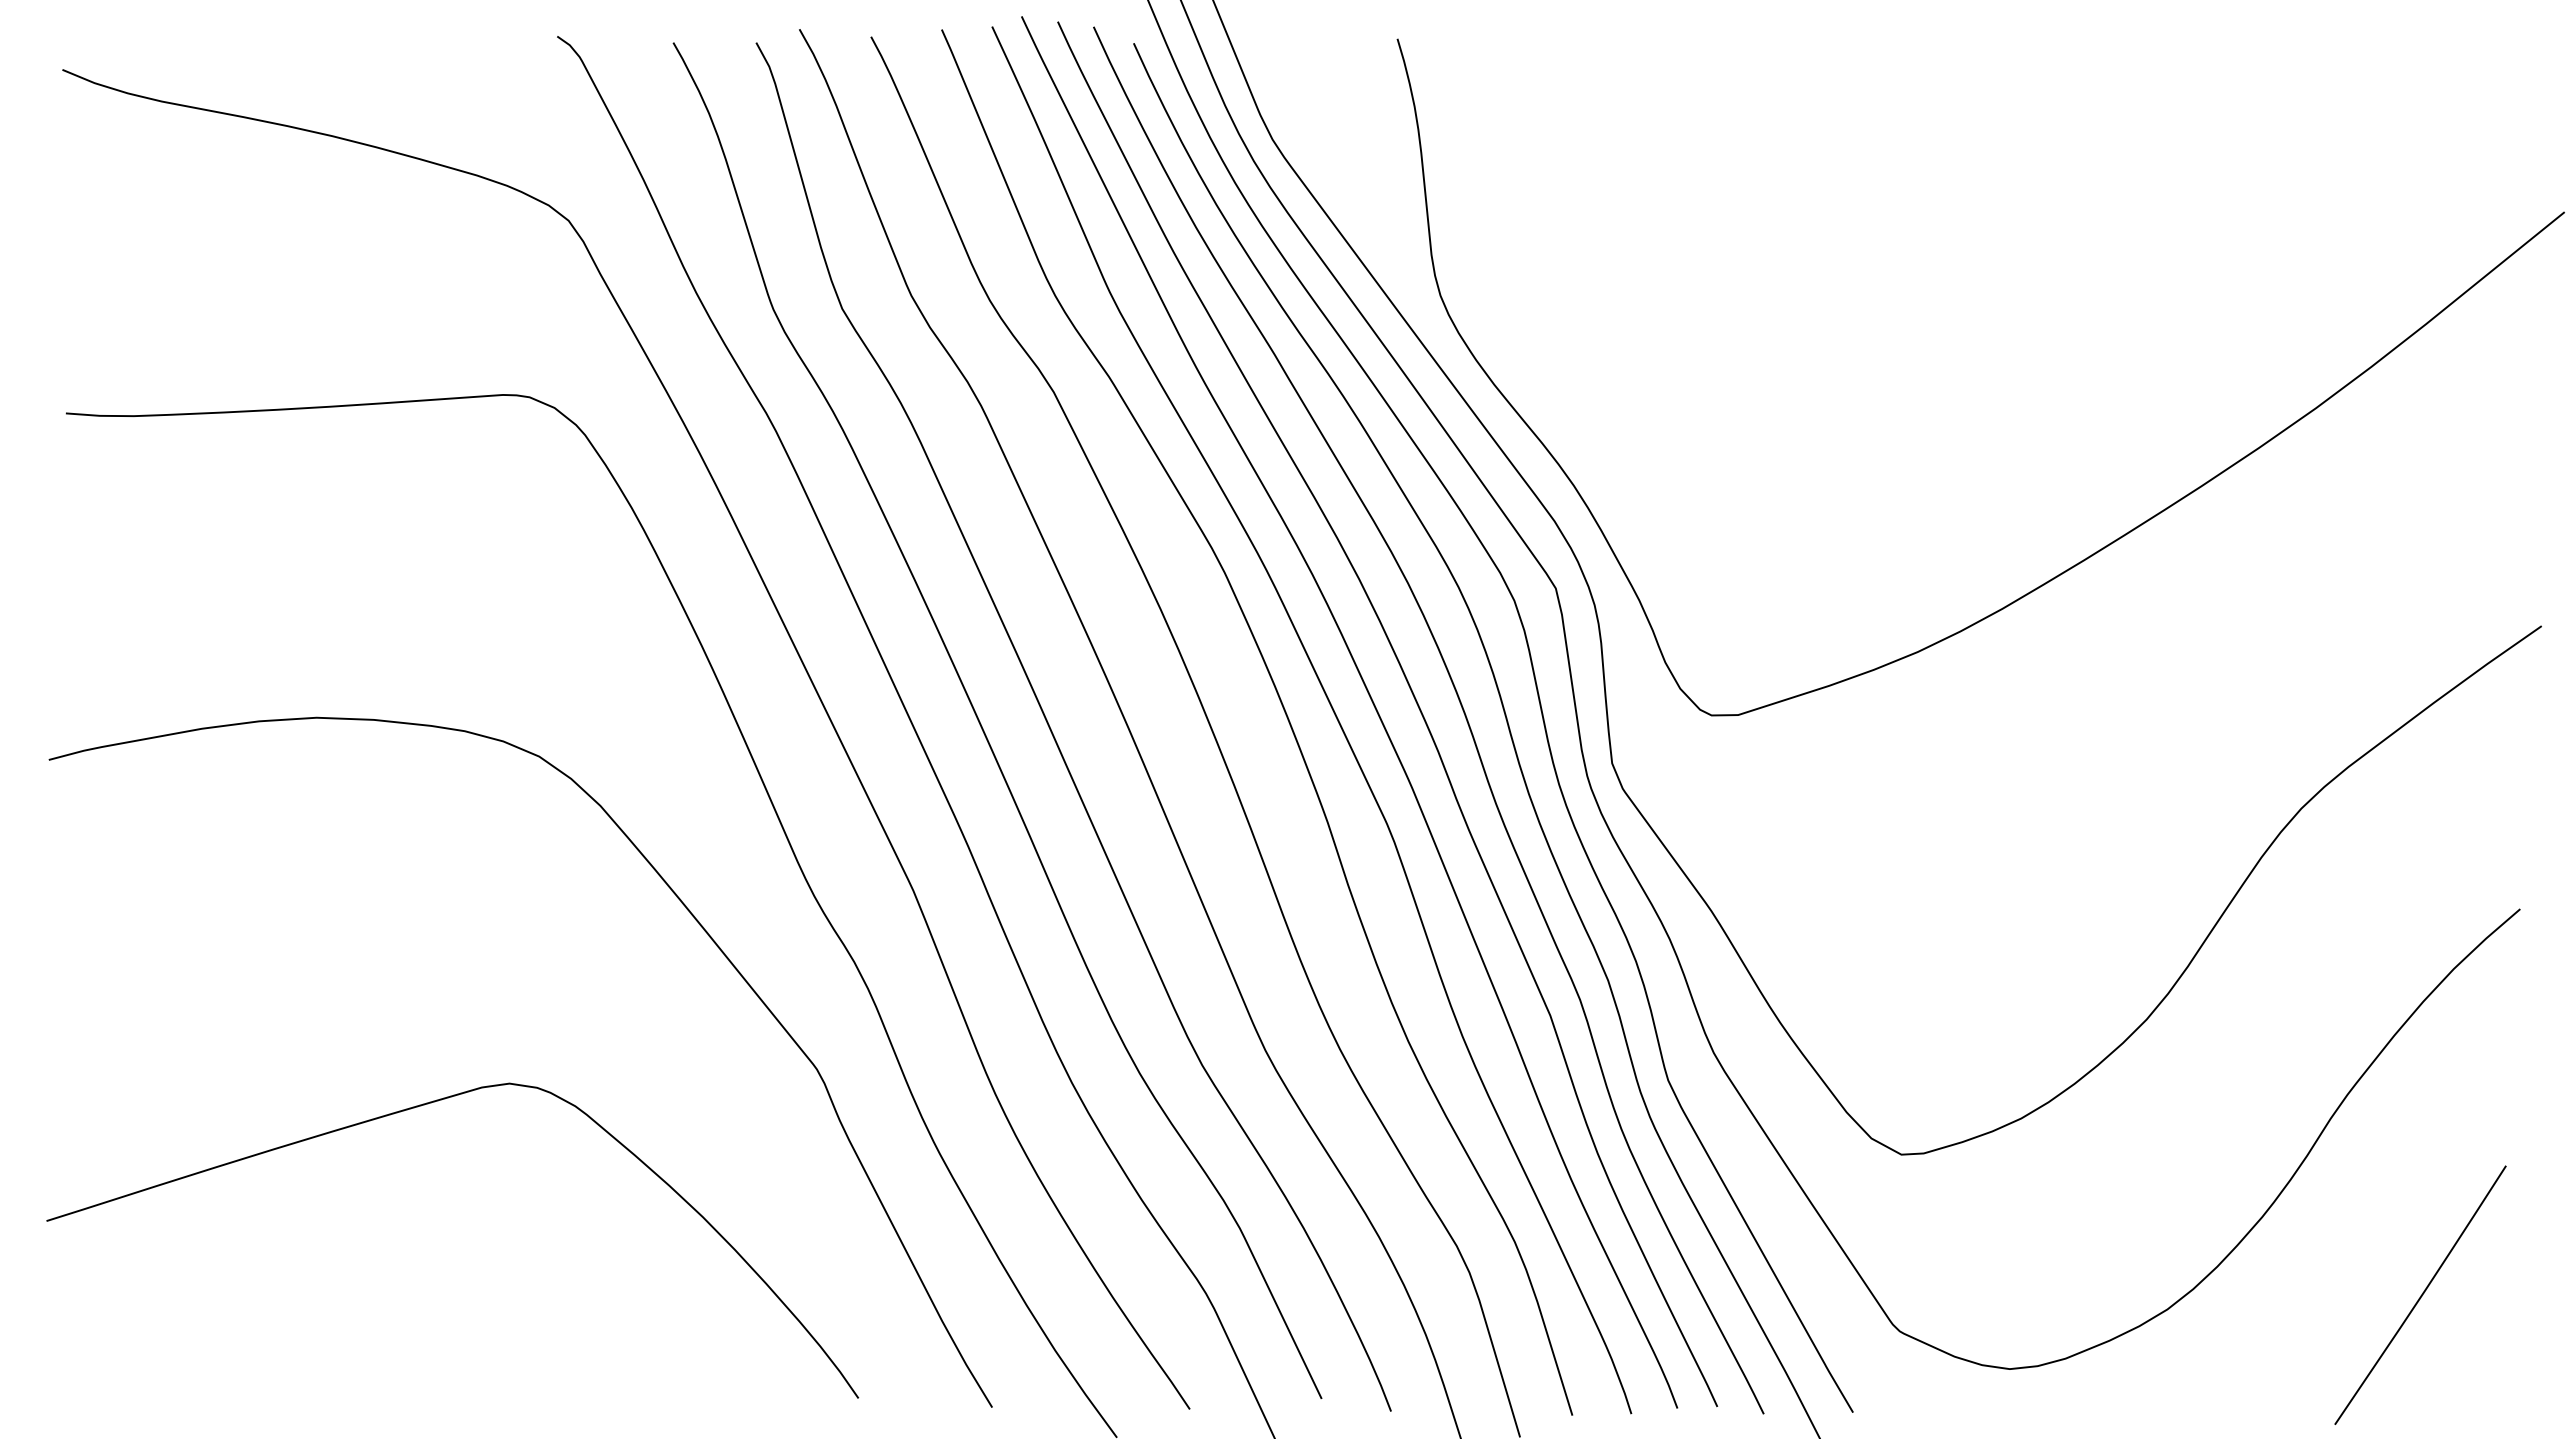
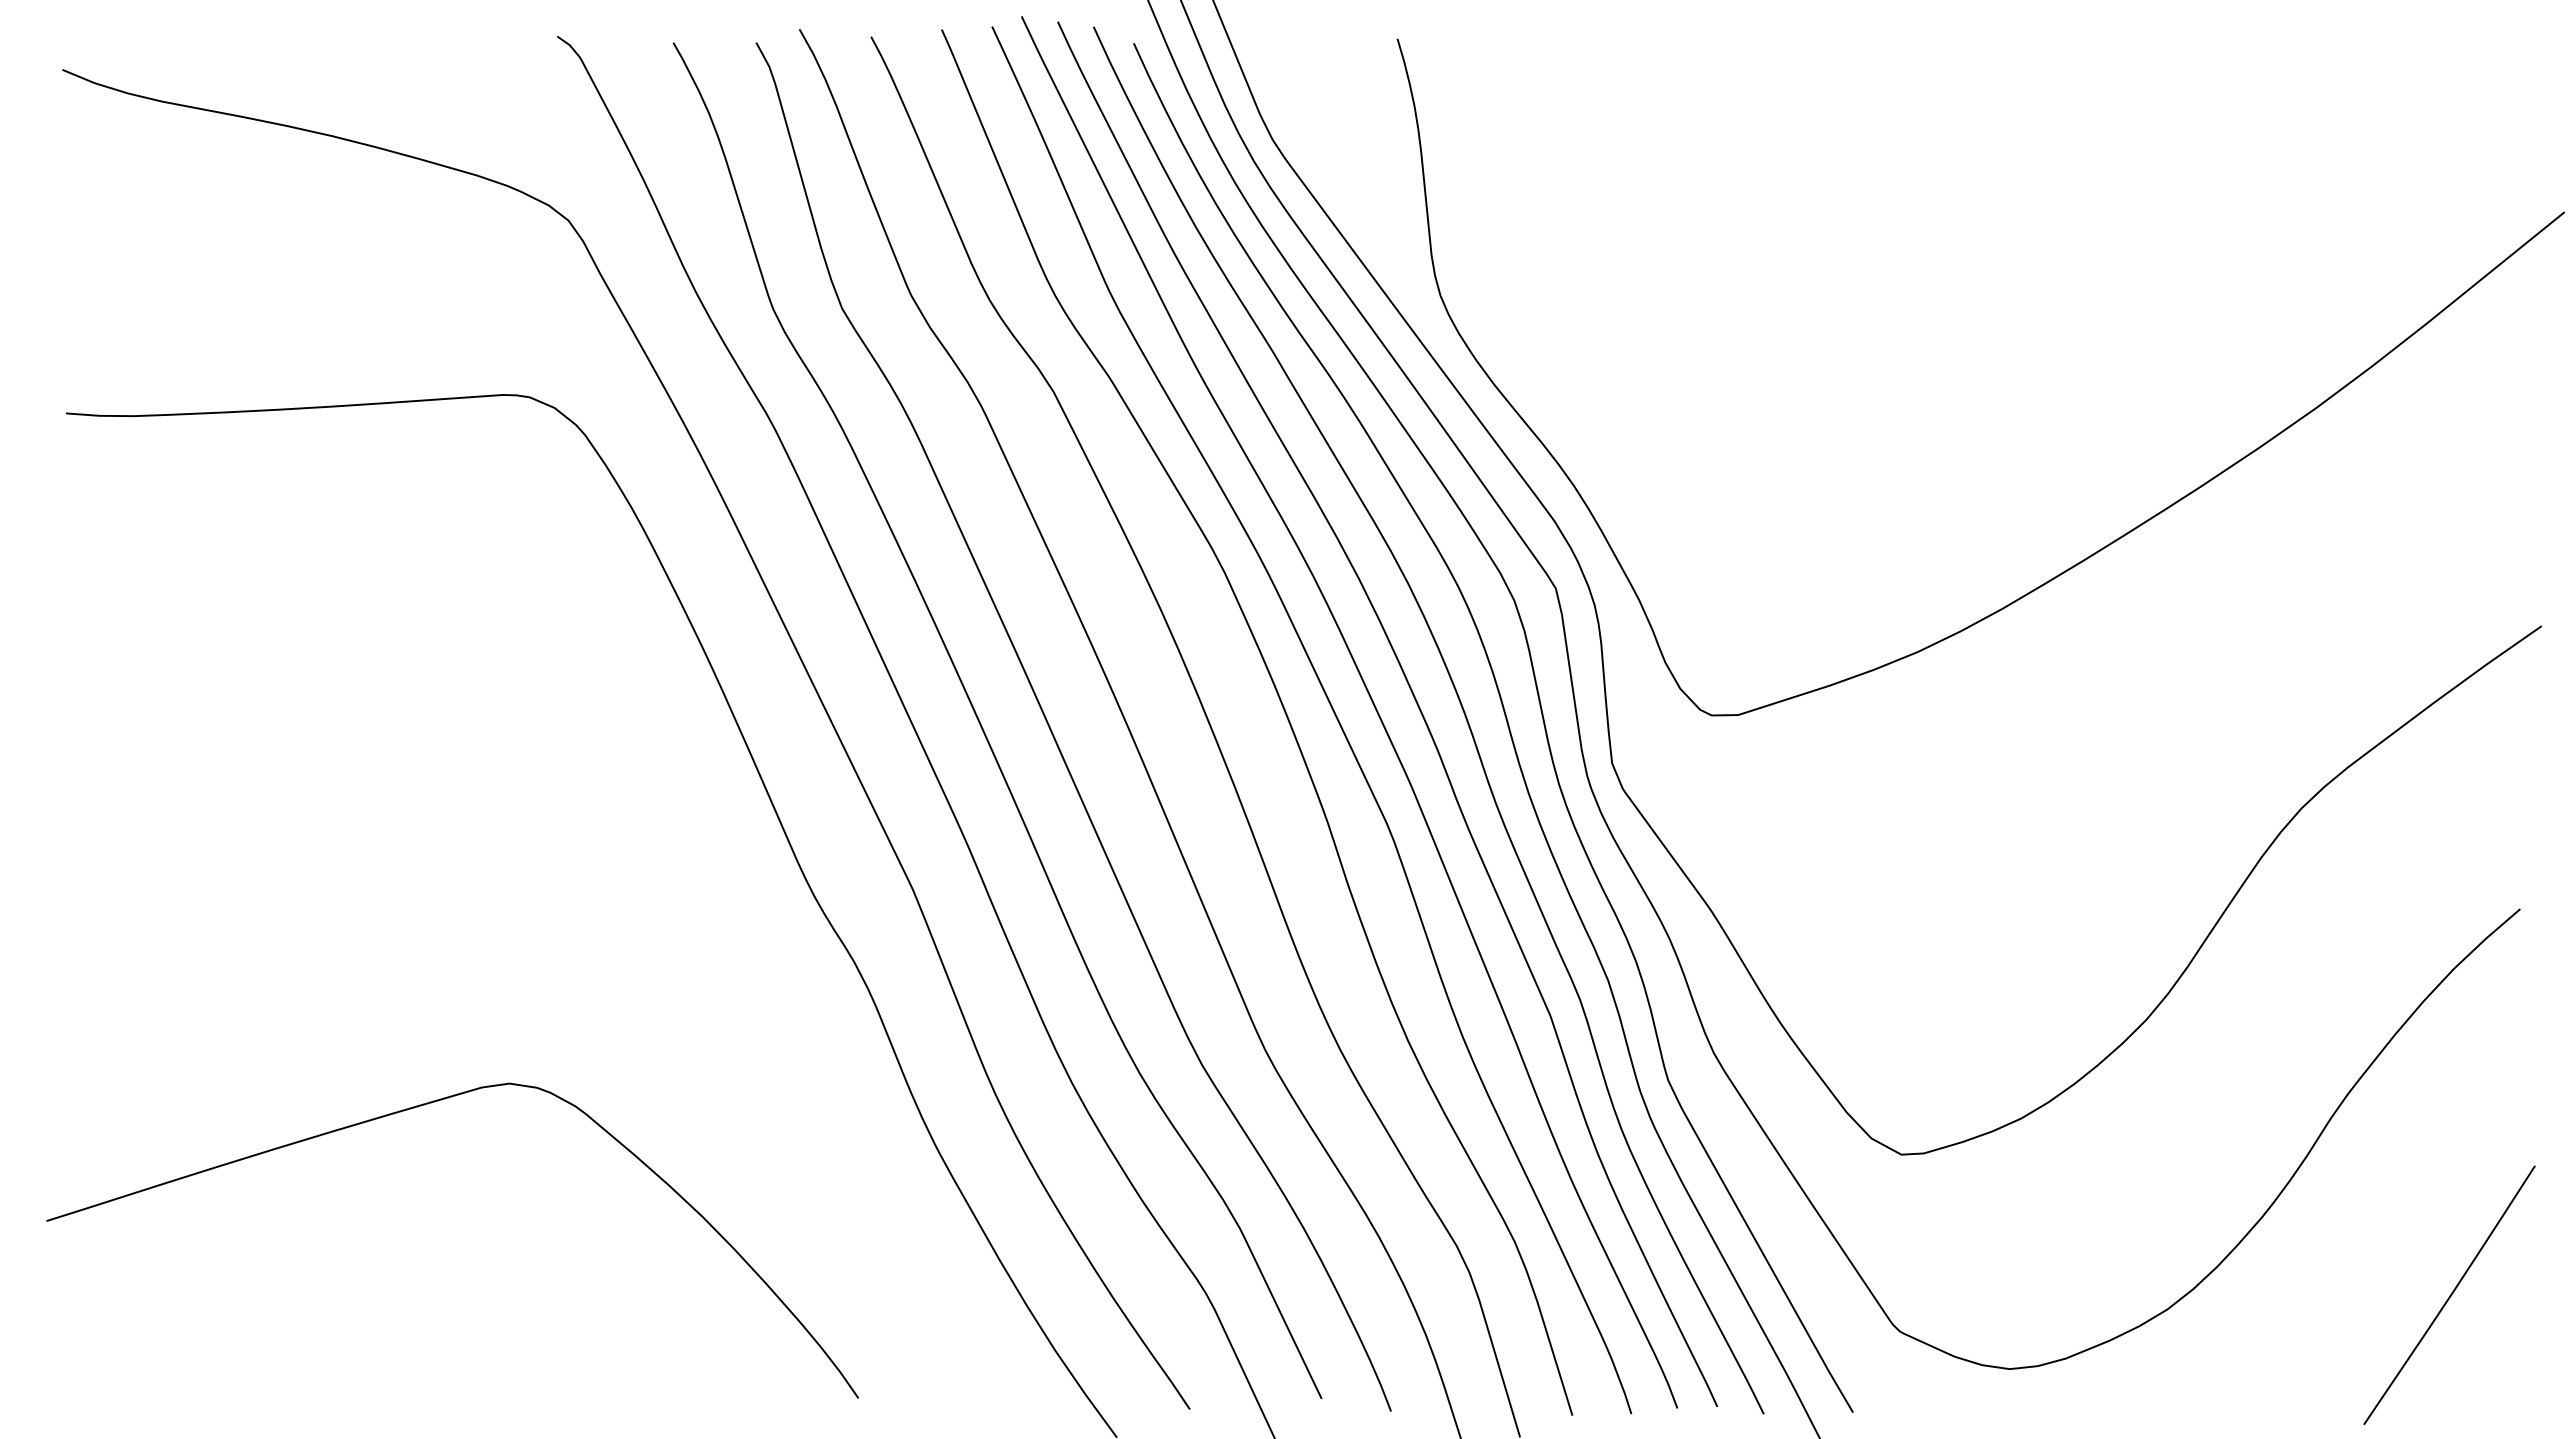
curve at (695, 920): present -> none
curve at (2421, 1294) position: (2421, 1294) -> (2450, 1294)
